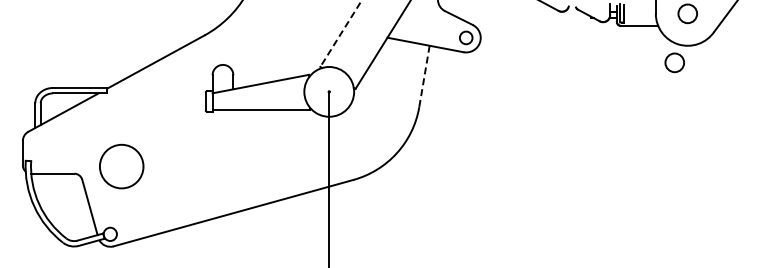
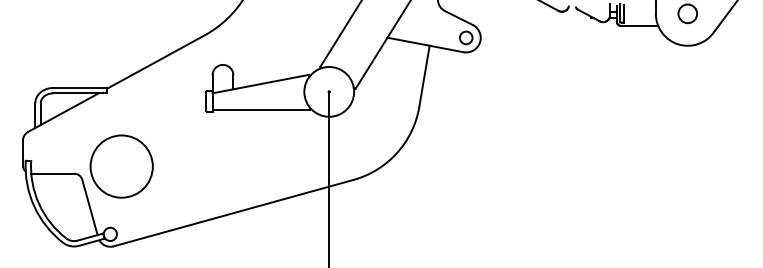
line at (340, 33): dashed -> solid
circle at (674, 62): present -> none
line at (424, 76): dashed -> solid
circle at (121, 166) diameter: 44 px -> 62 px
